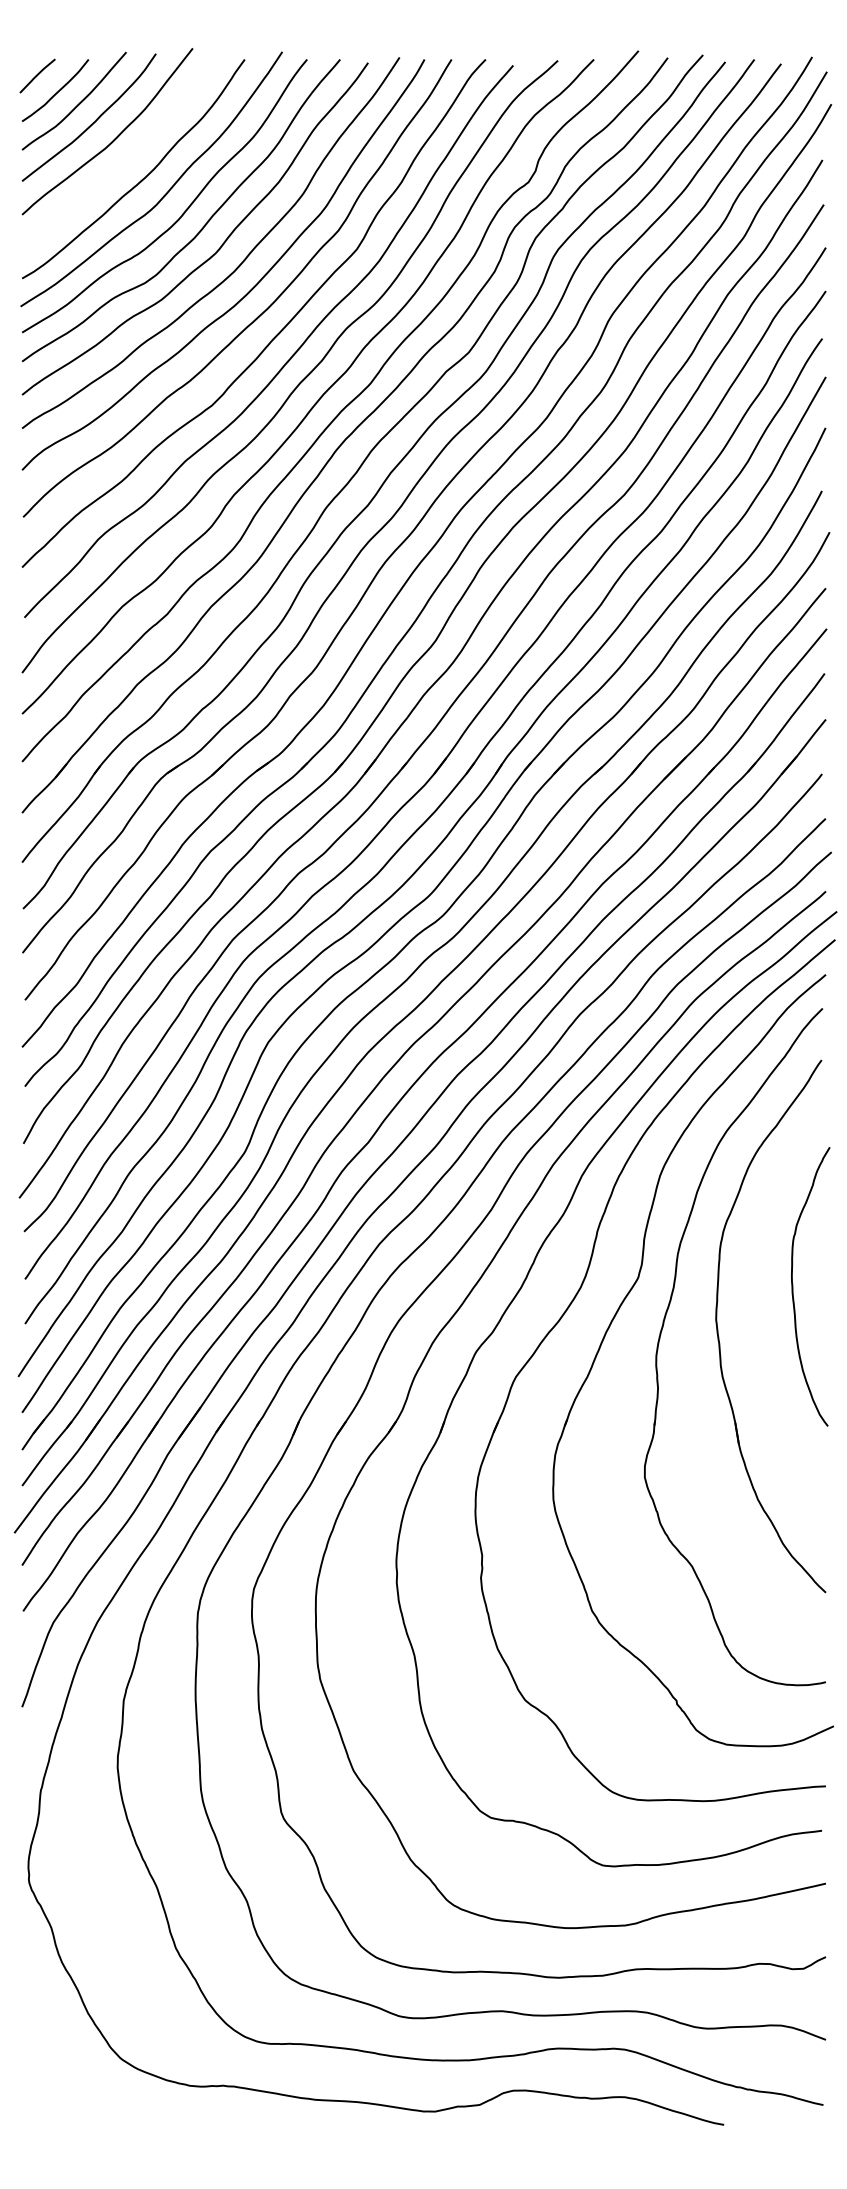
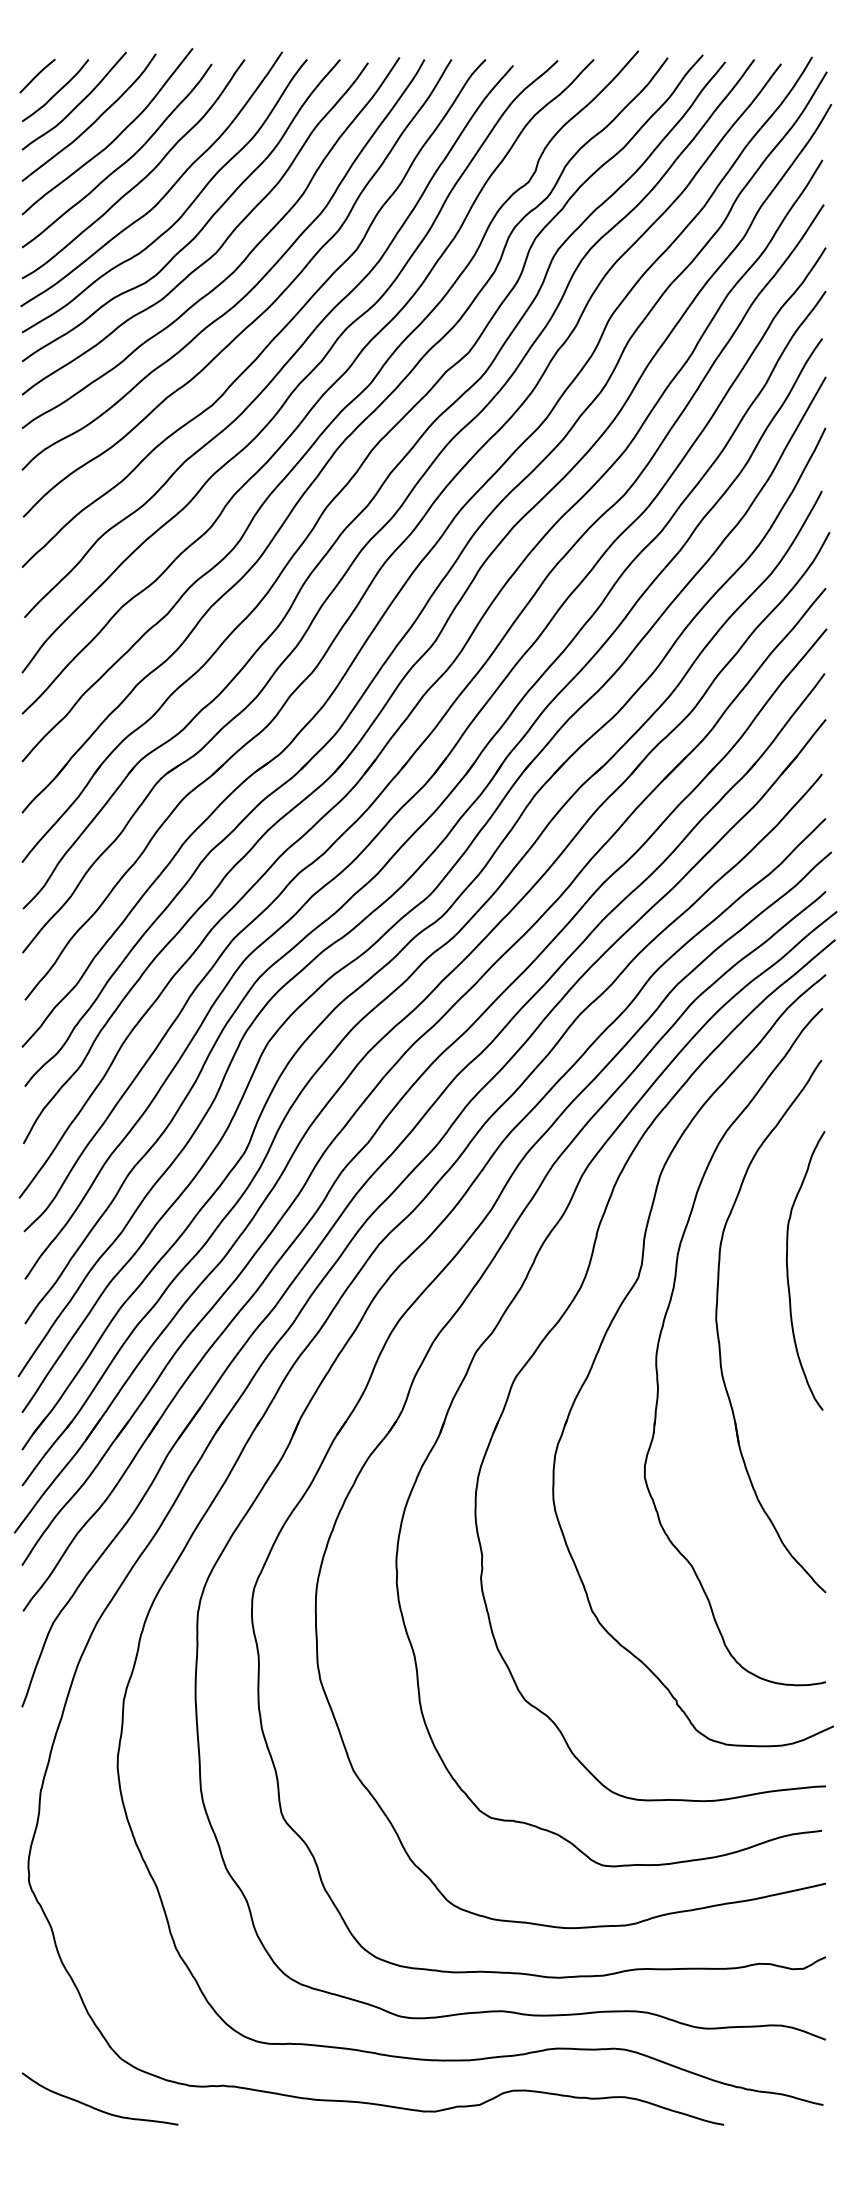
curve at (123, 162): none -> present
curve at (793, 1286) position: (793, 1286) -> (788, 1270)
curve at (95, 2107): none -> present
